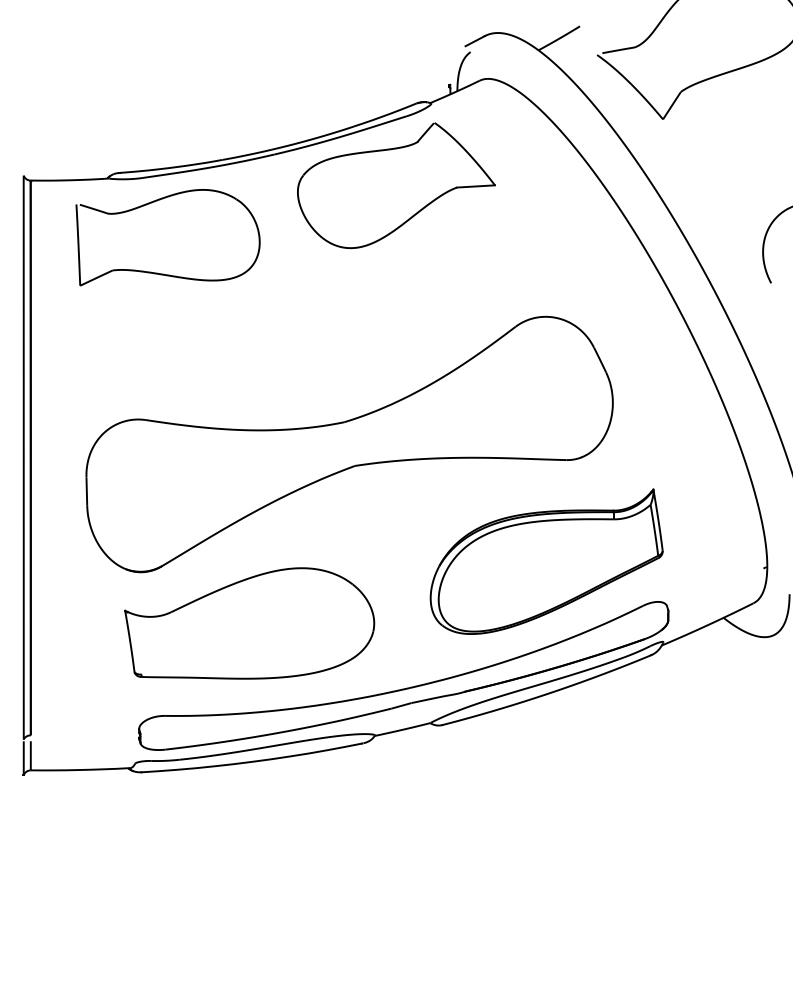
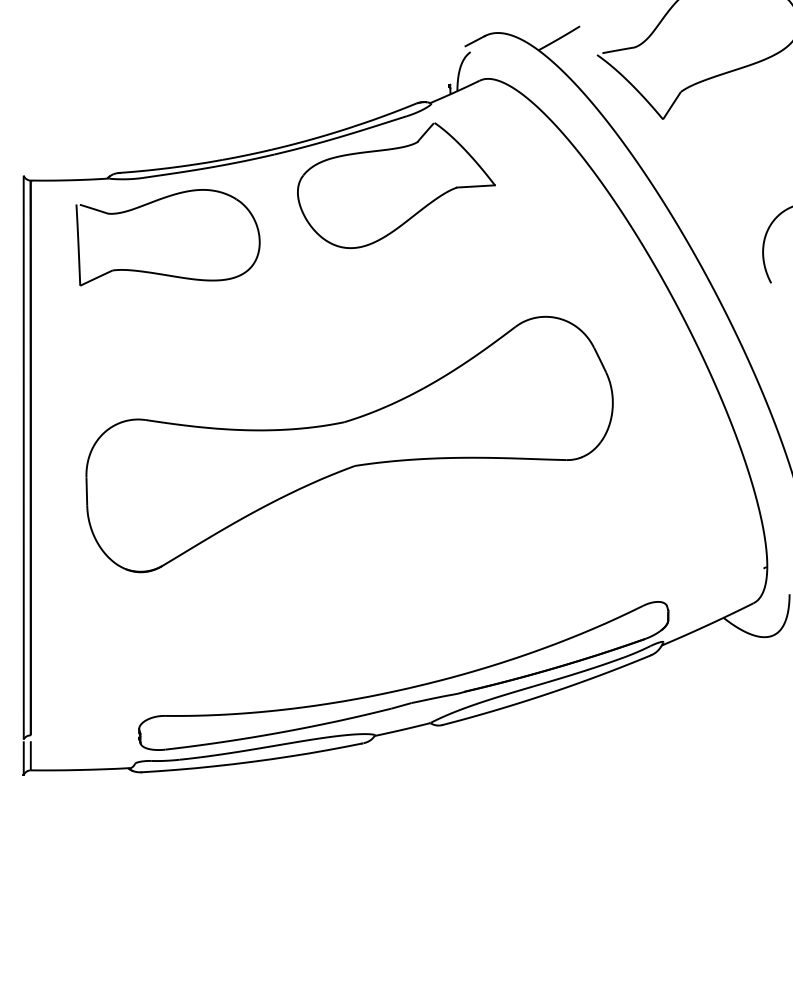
part at (546, 561): present -> none
part at (249, 623): present -> none
